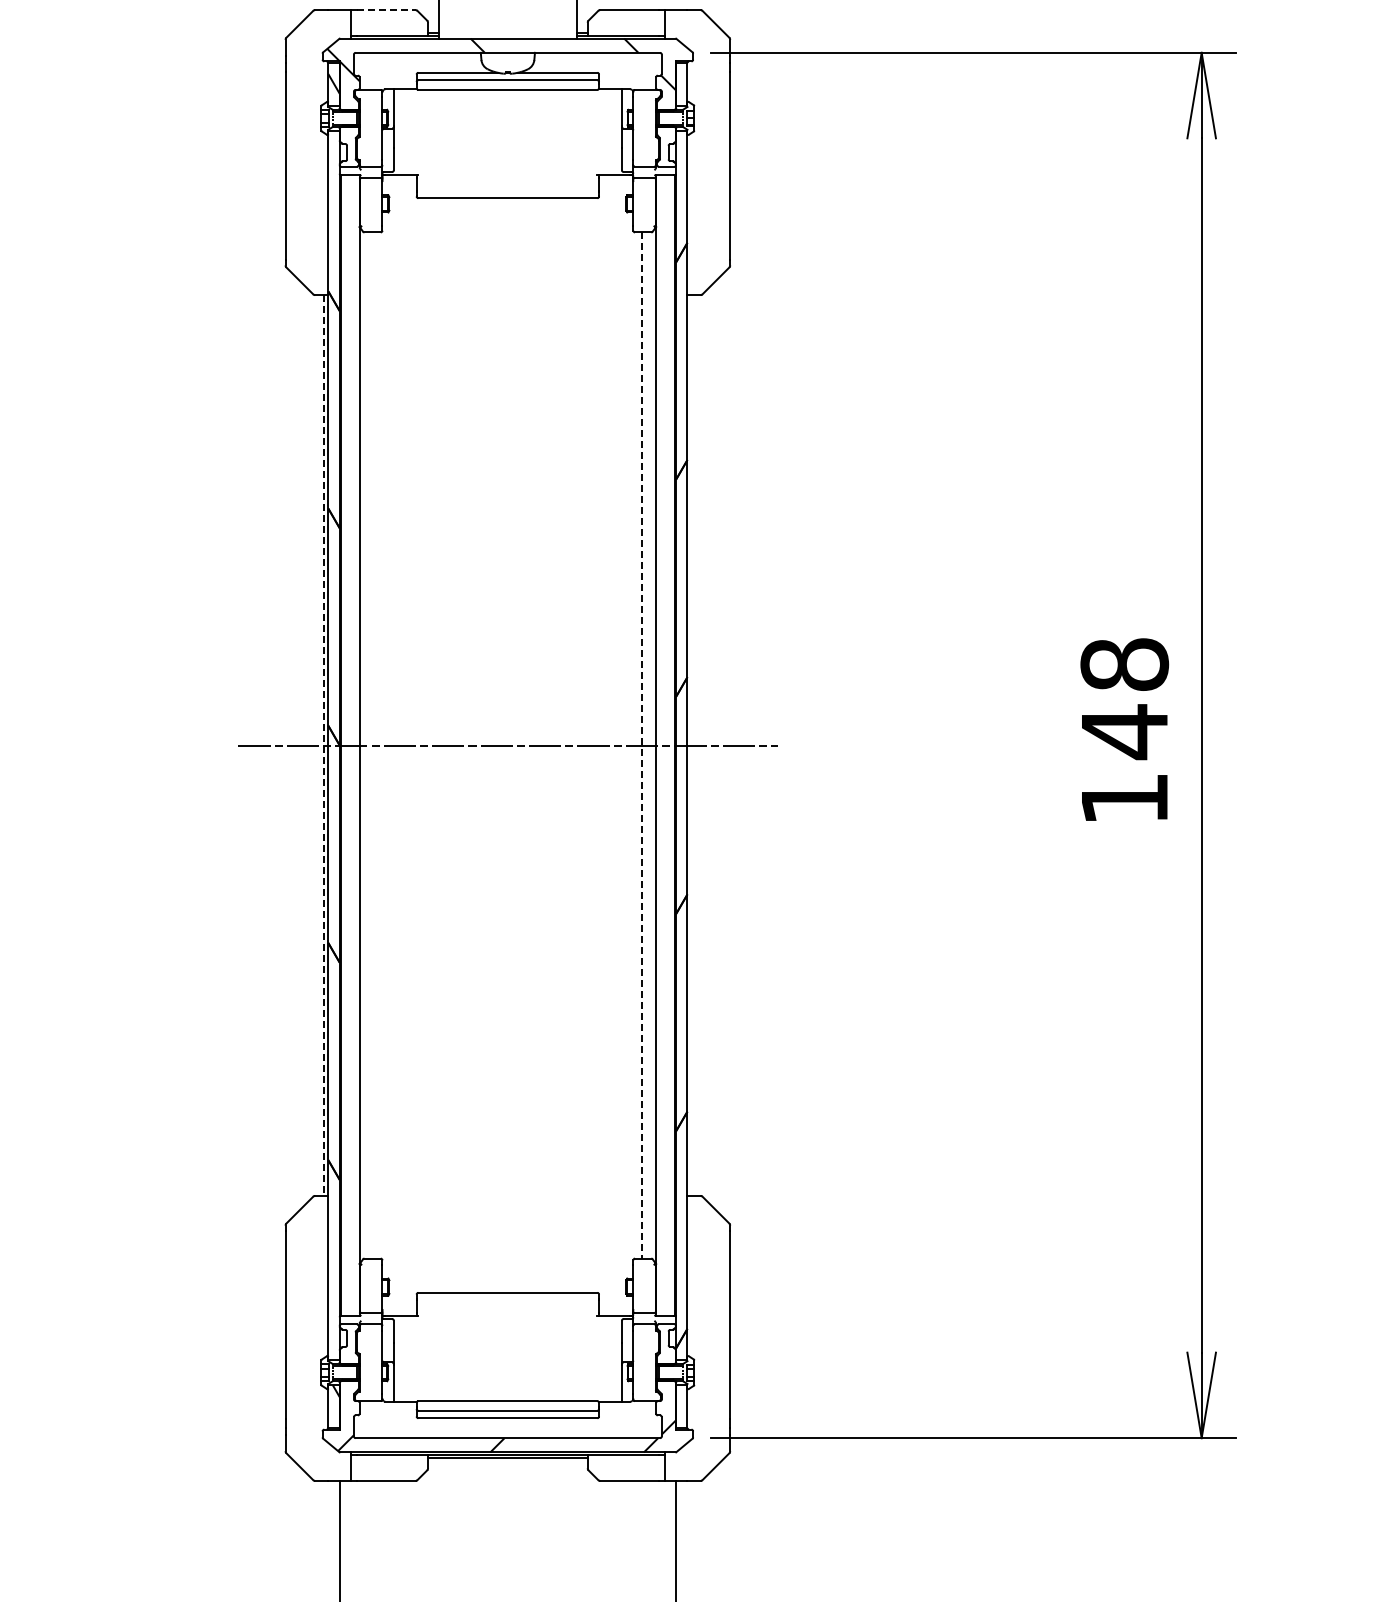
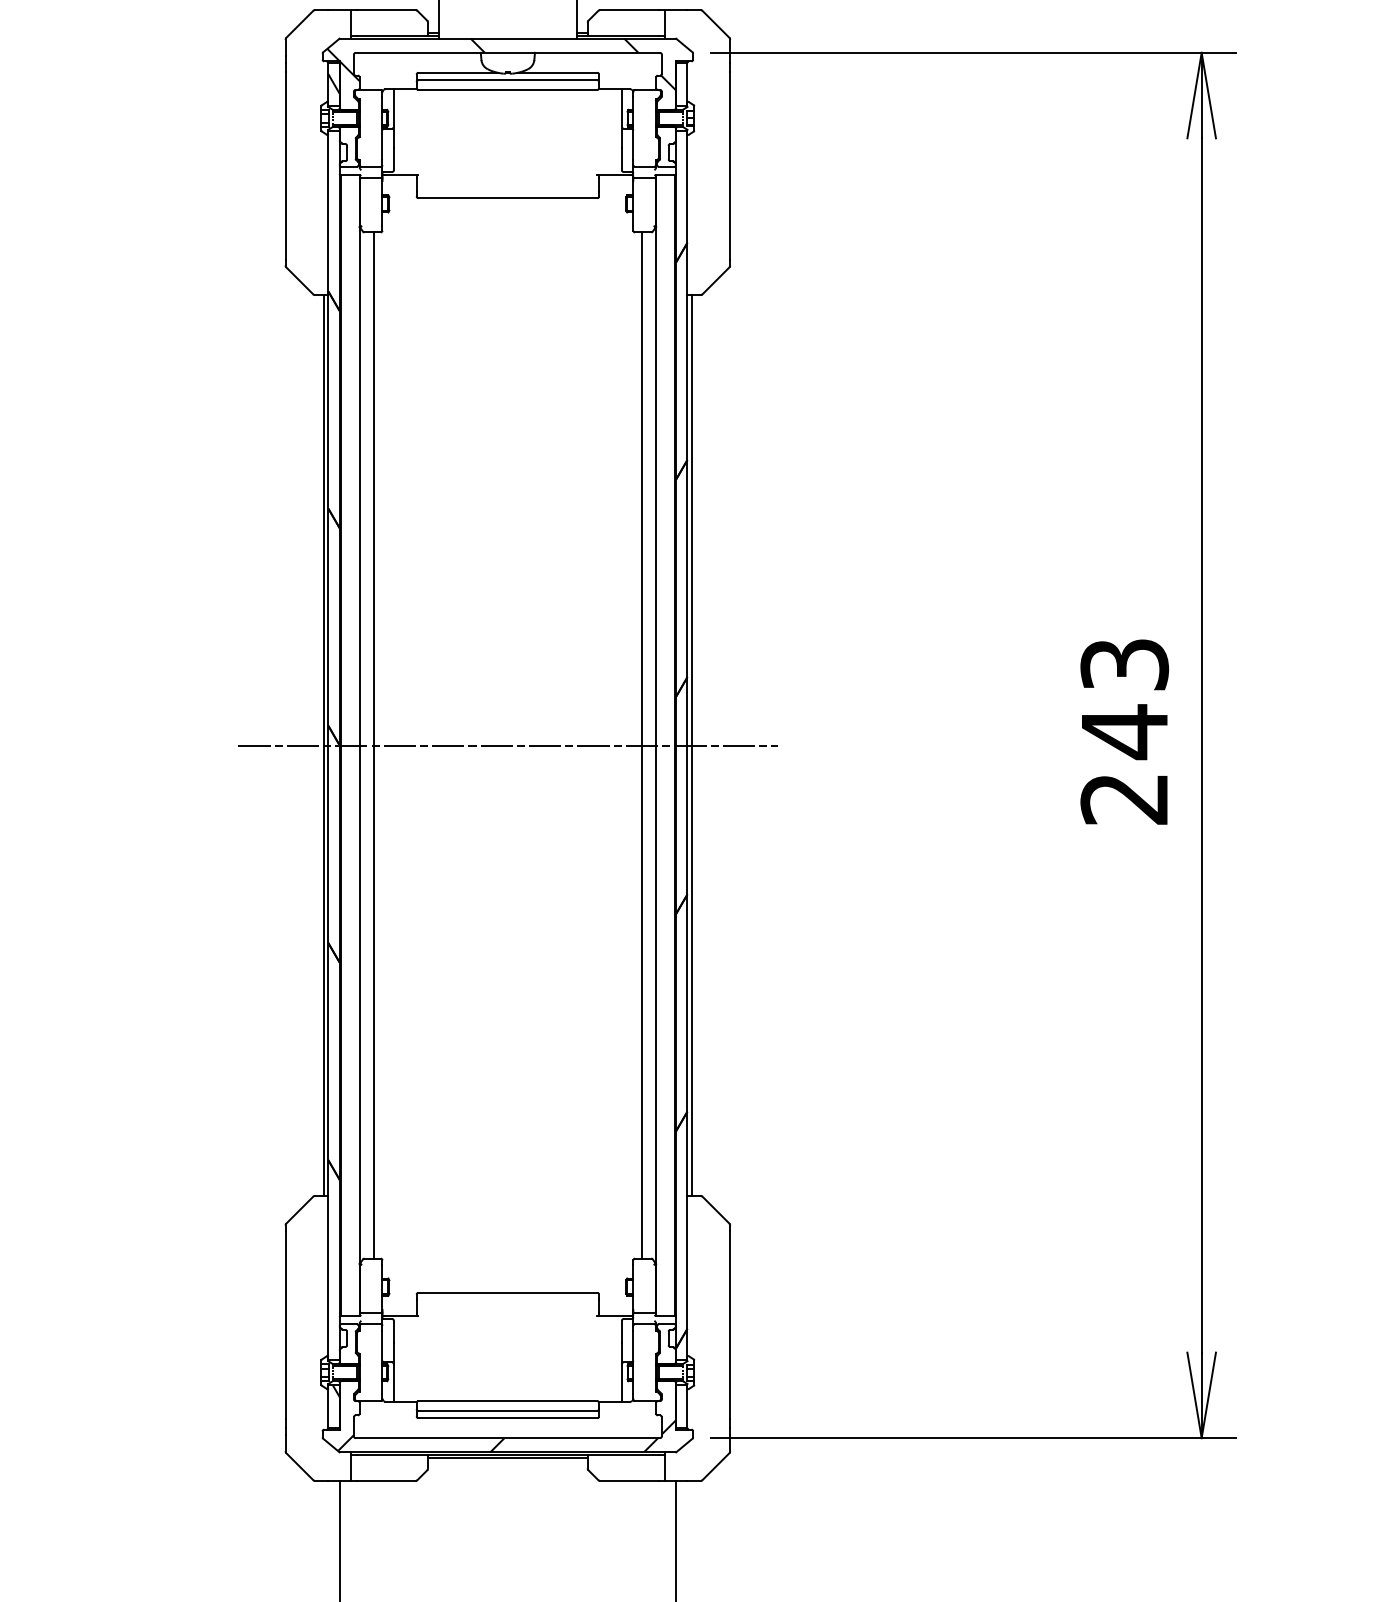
line at (386, 10): dashed -> solid
text at (1124, 731): 148 -> 243
line at (373, 745): none -> present
line at (692, 745): none -> present
line at (323, 746): dashed -> solid
line at (641, 746): dashed -> solid
